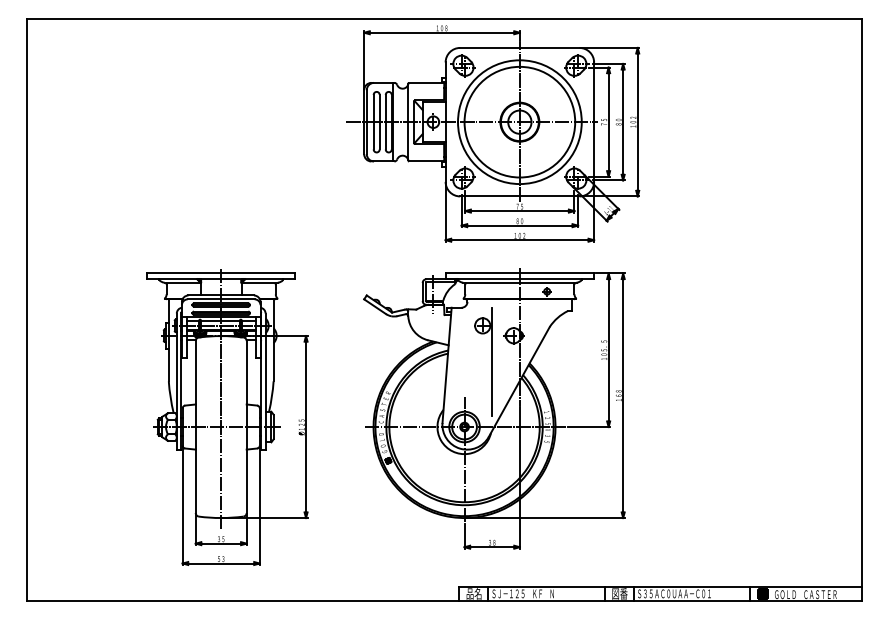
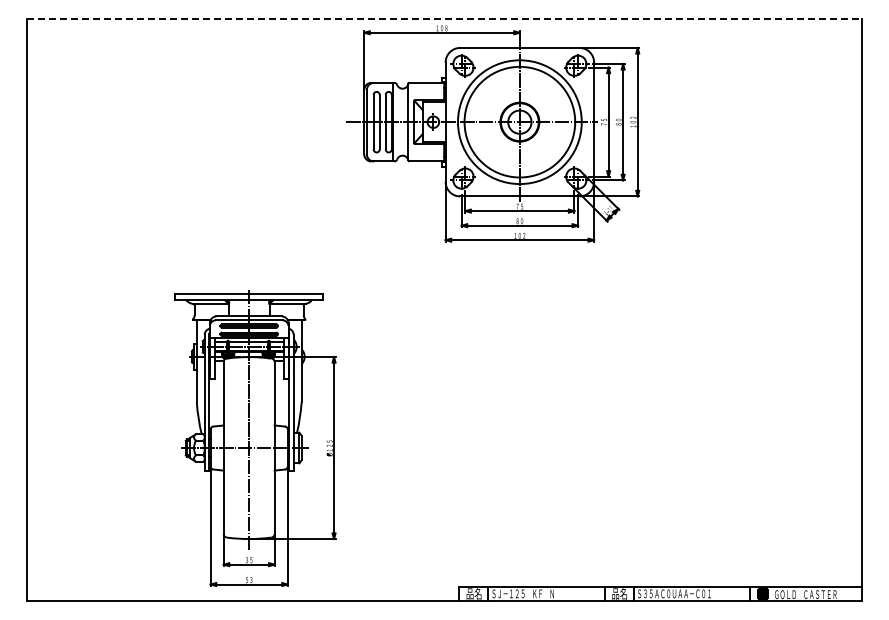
line at (444, 18): solid -> dashed
part at (494, 408): present -> none
part at (227, 417) position: (227, 417) -> (255, 438)
text at (619, 593): 図番 -> 品名
